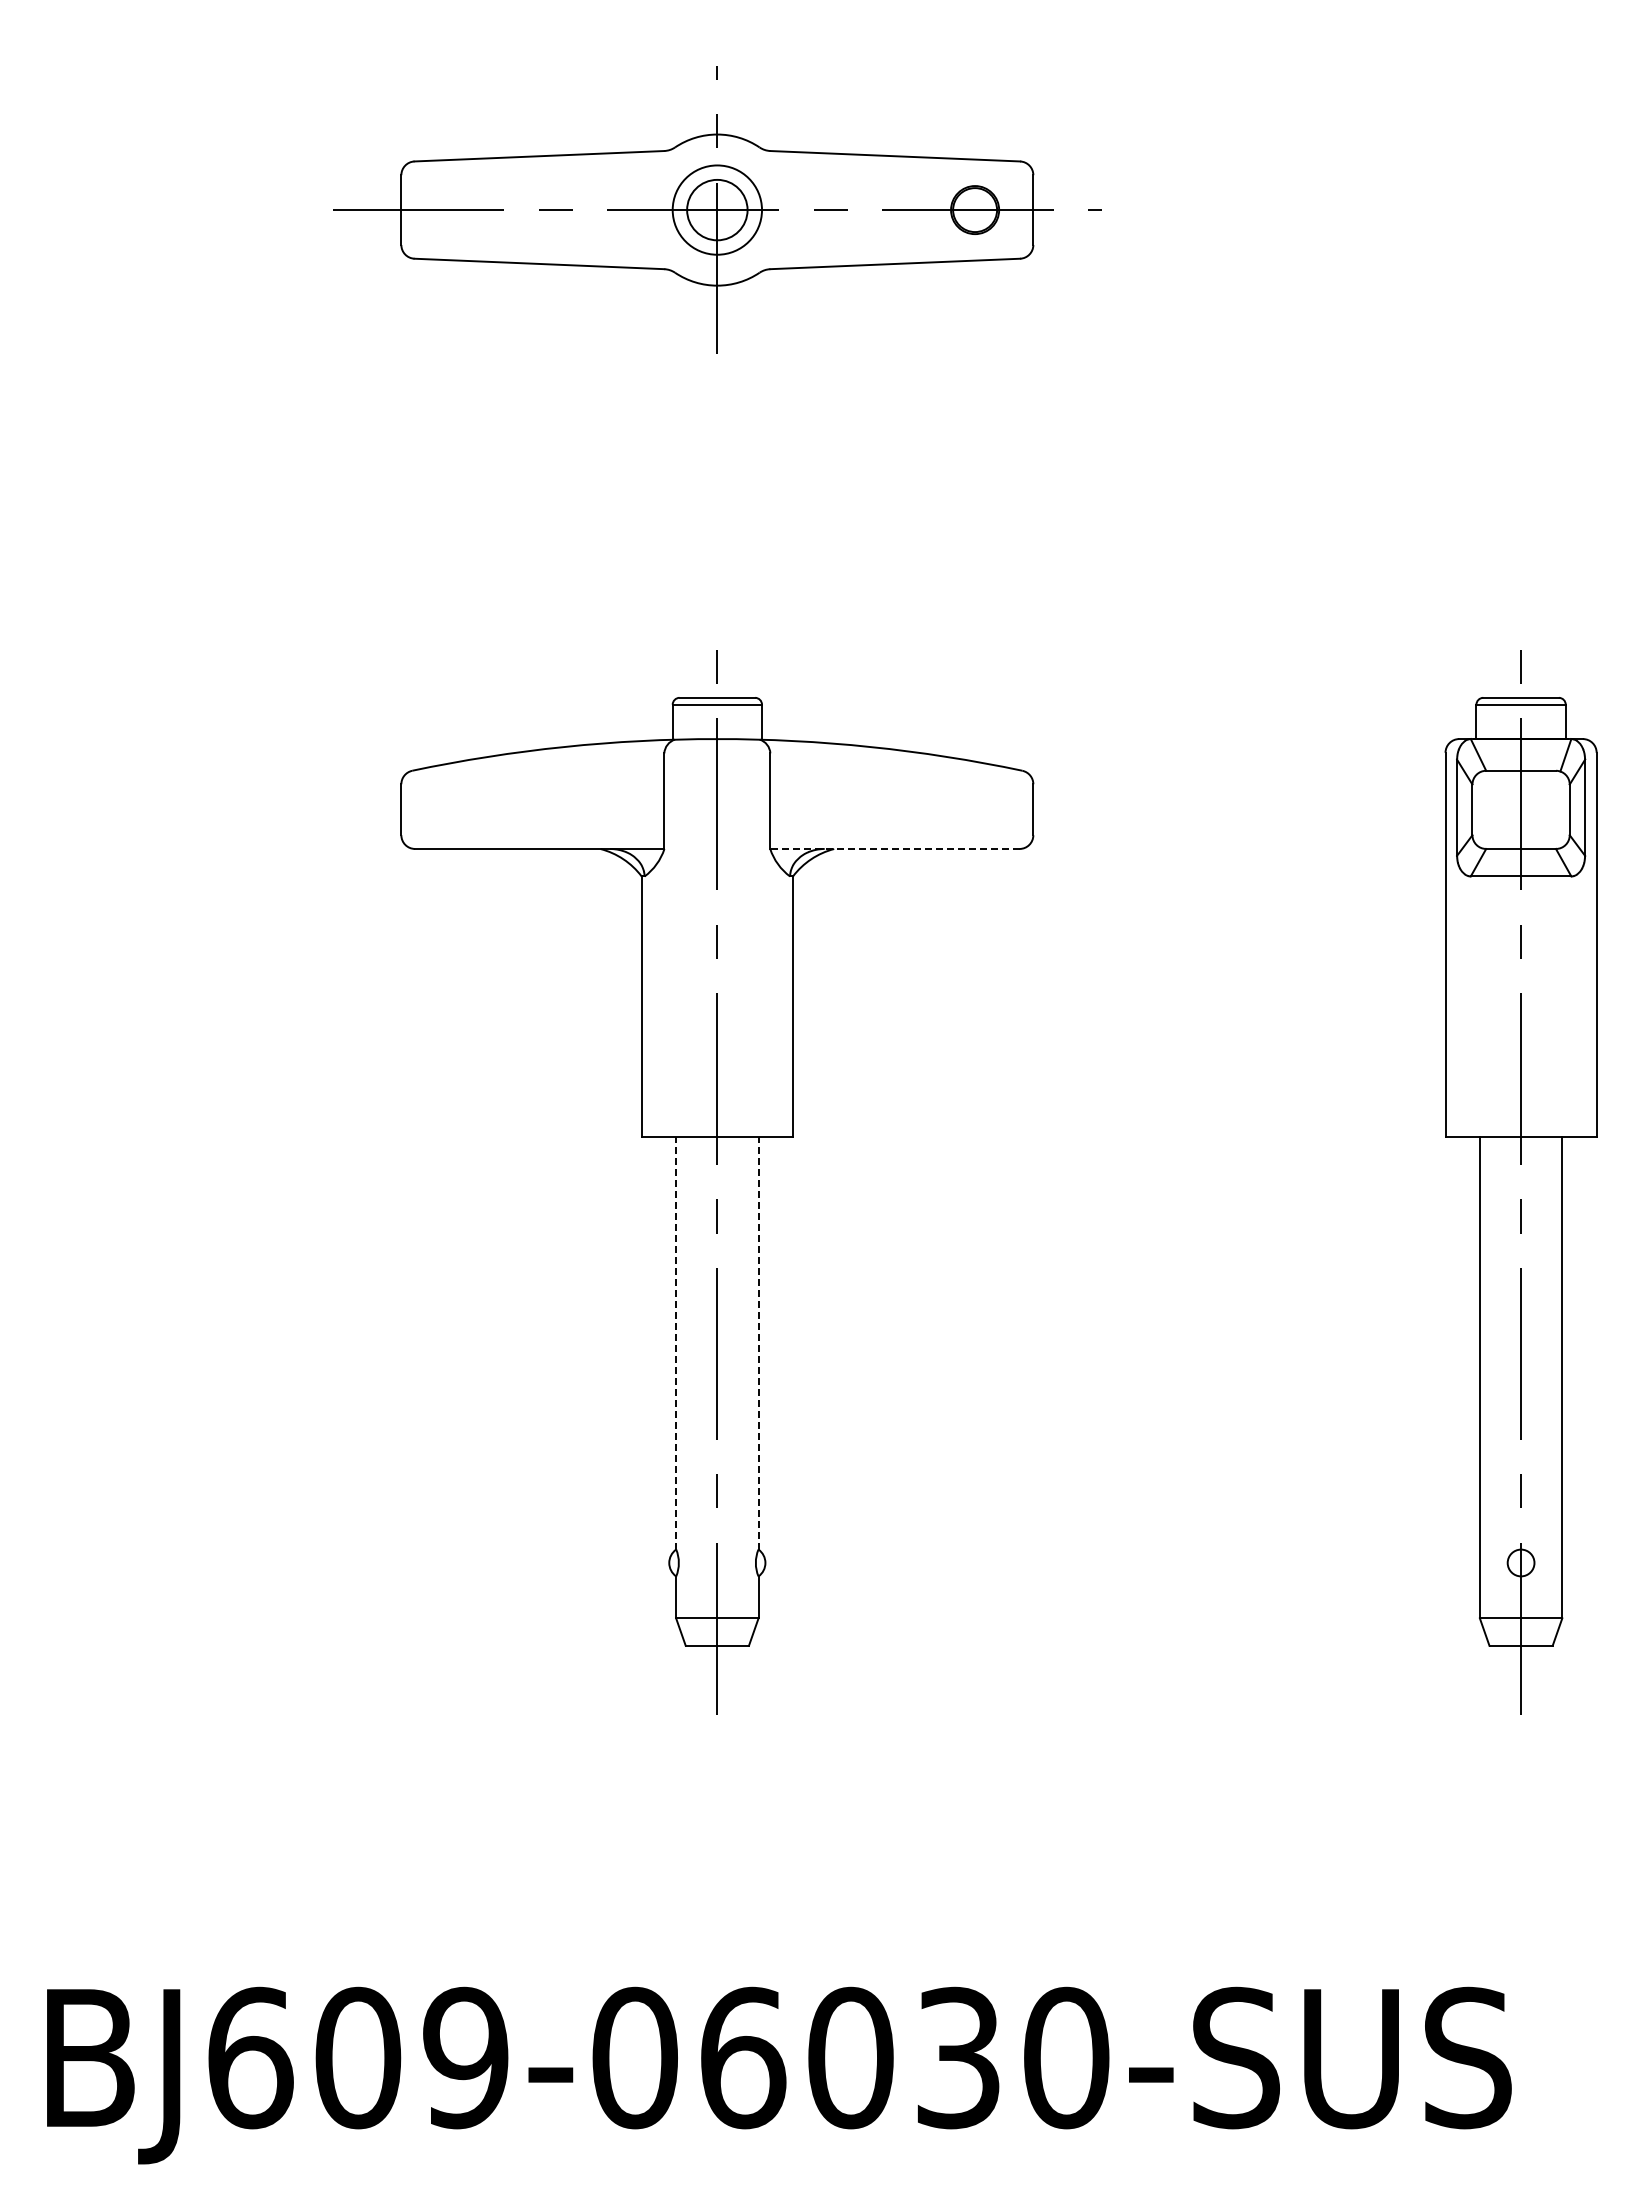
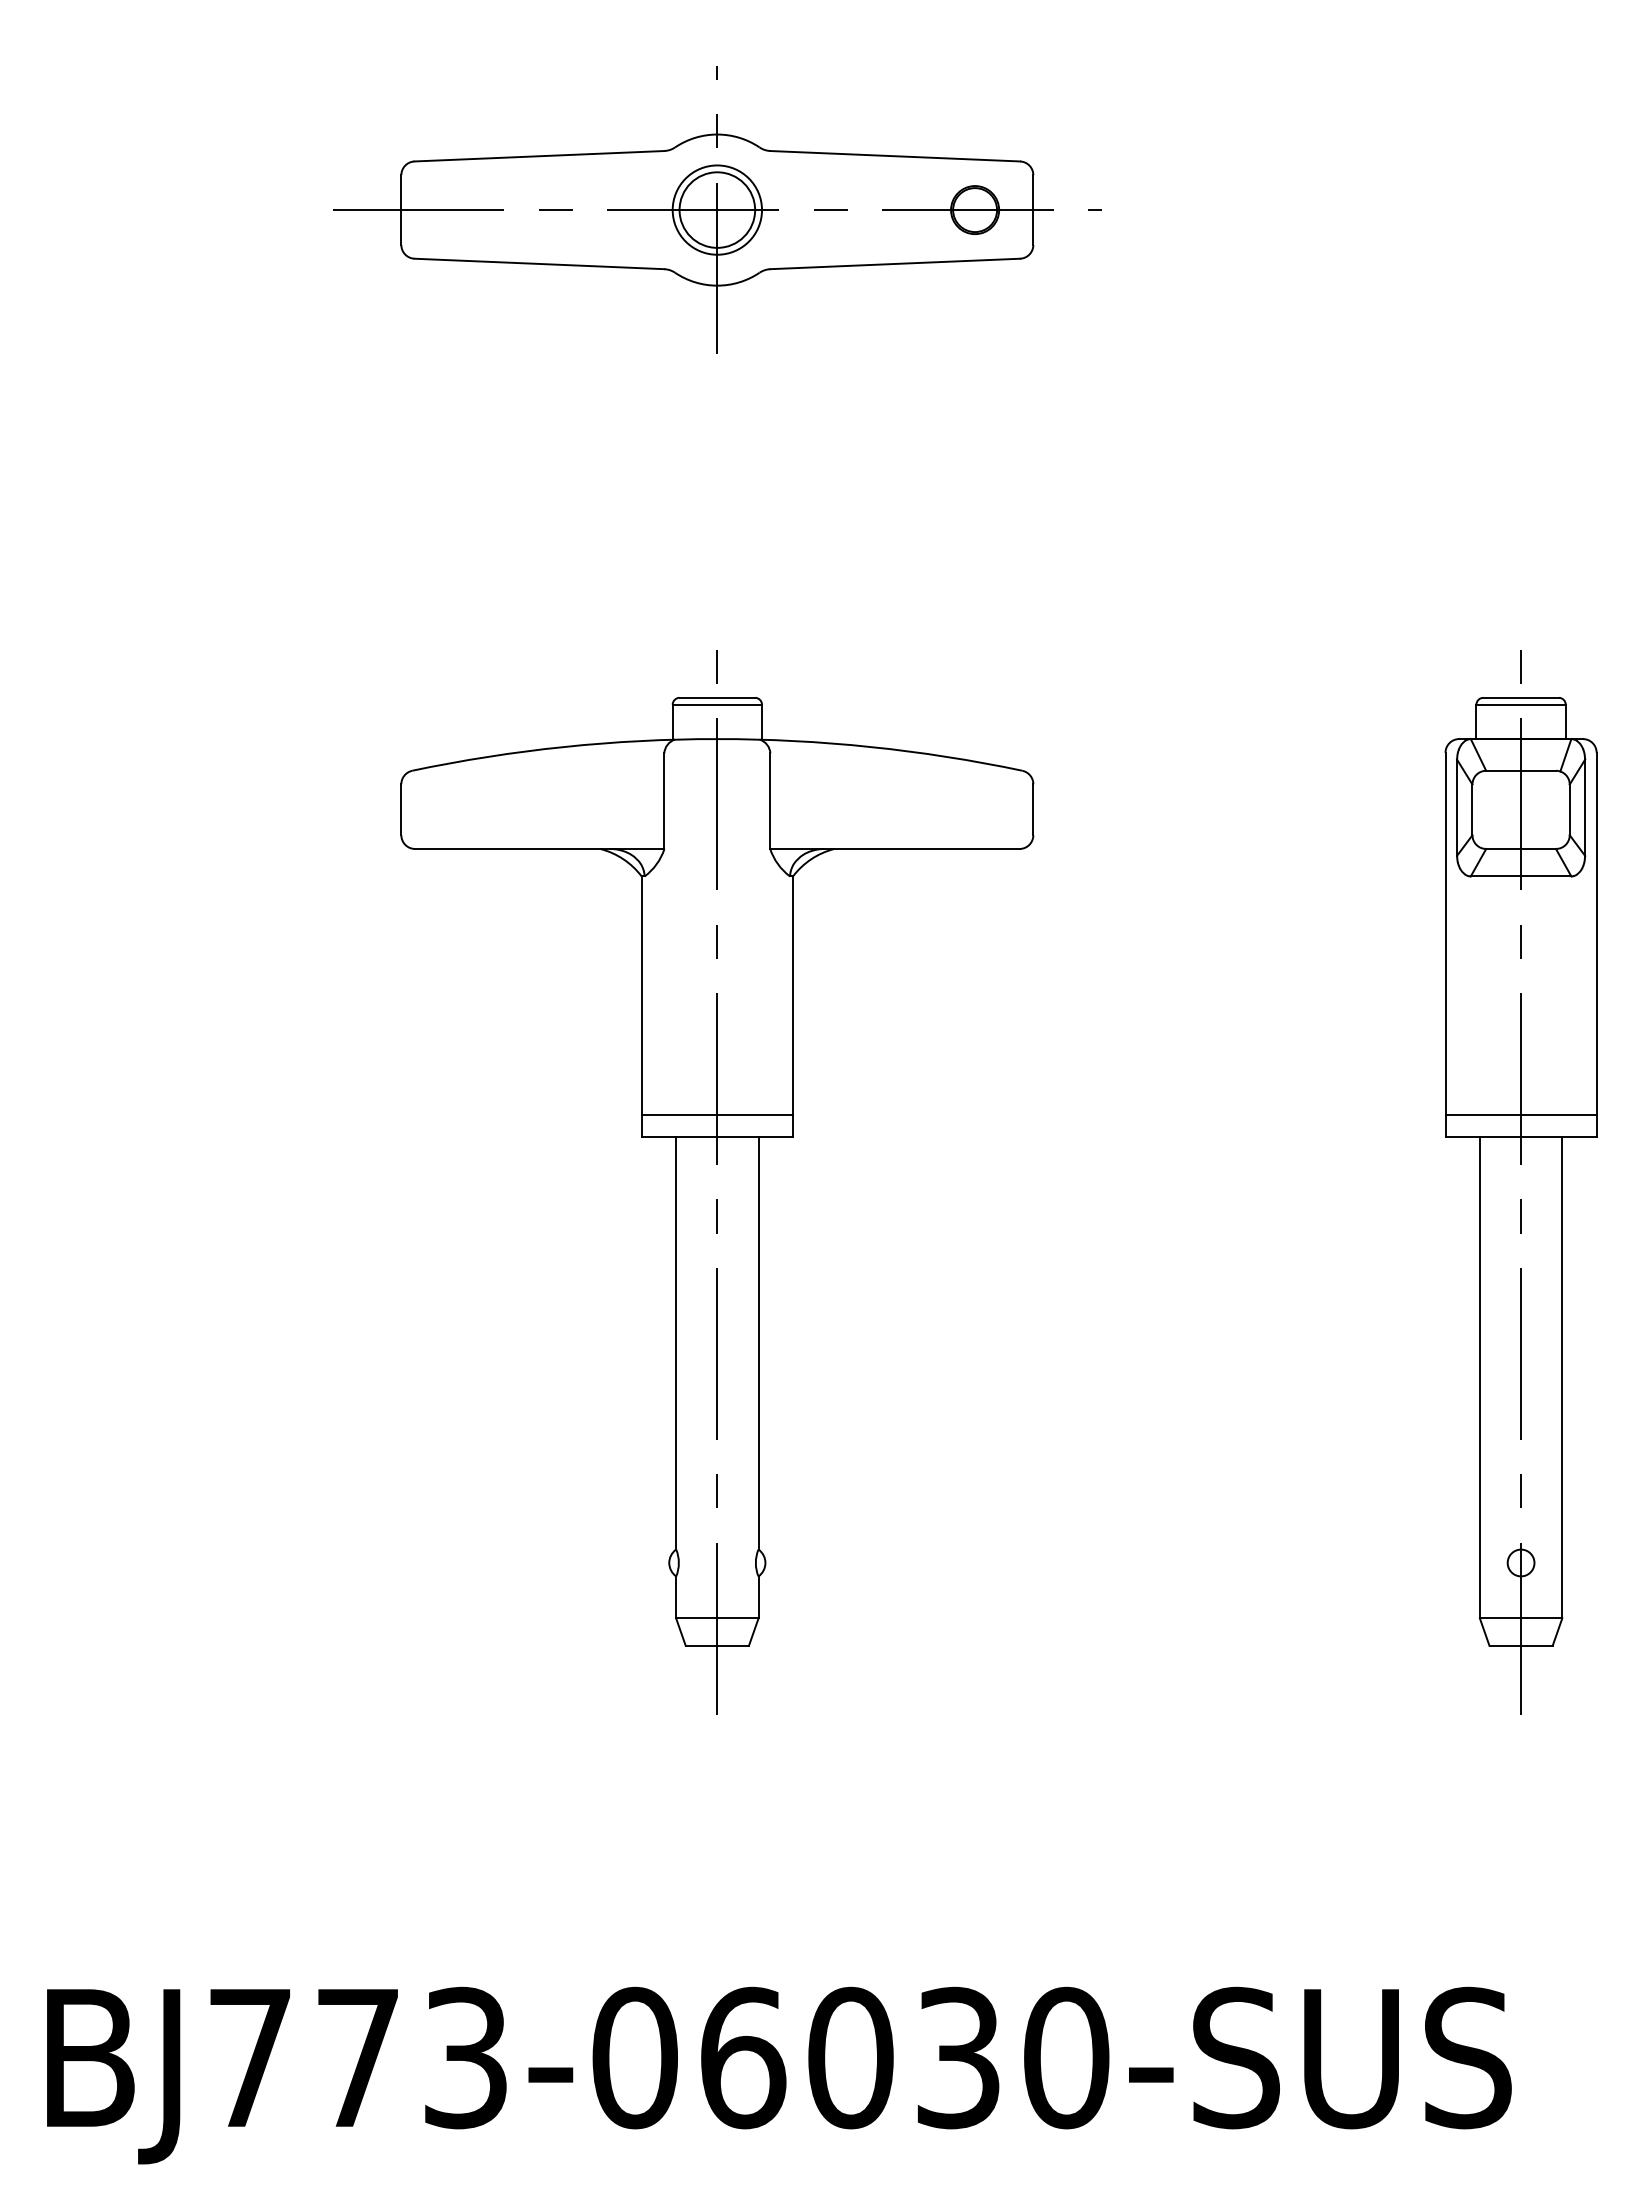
circle at (717, 209) diameter: 60 px -> 76 px
line at (895, 848): dashed -> solid
line at (716, 1114): none -> present
line at (1520, 1114): none -> present
line at (676, 1343): dashed -> solid
line at (758, 1343): dashed -> solid
text at (358, 2057): BJ609-06030-SUS -> BJ773-06030-SUS
